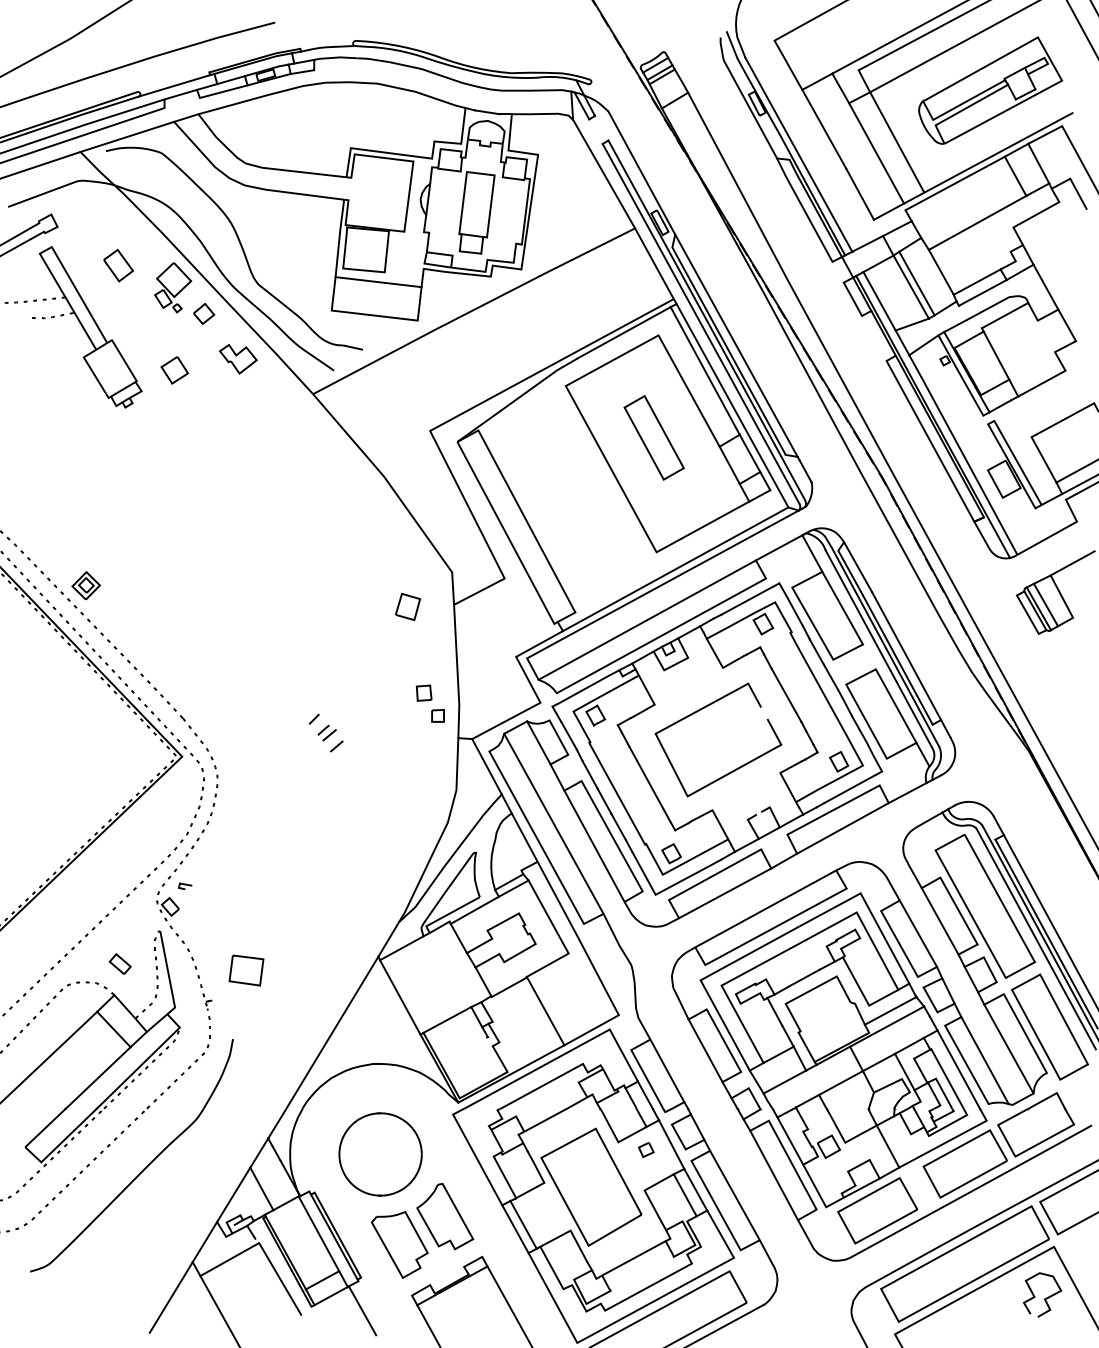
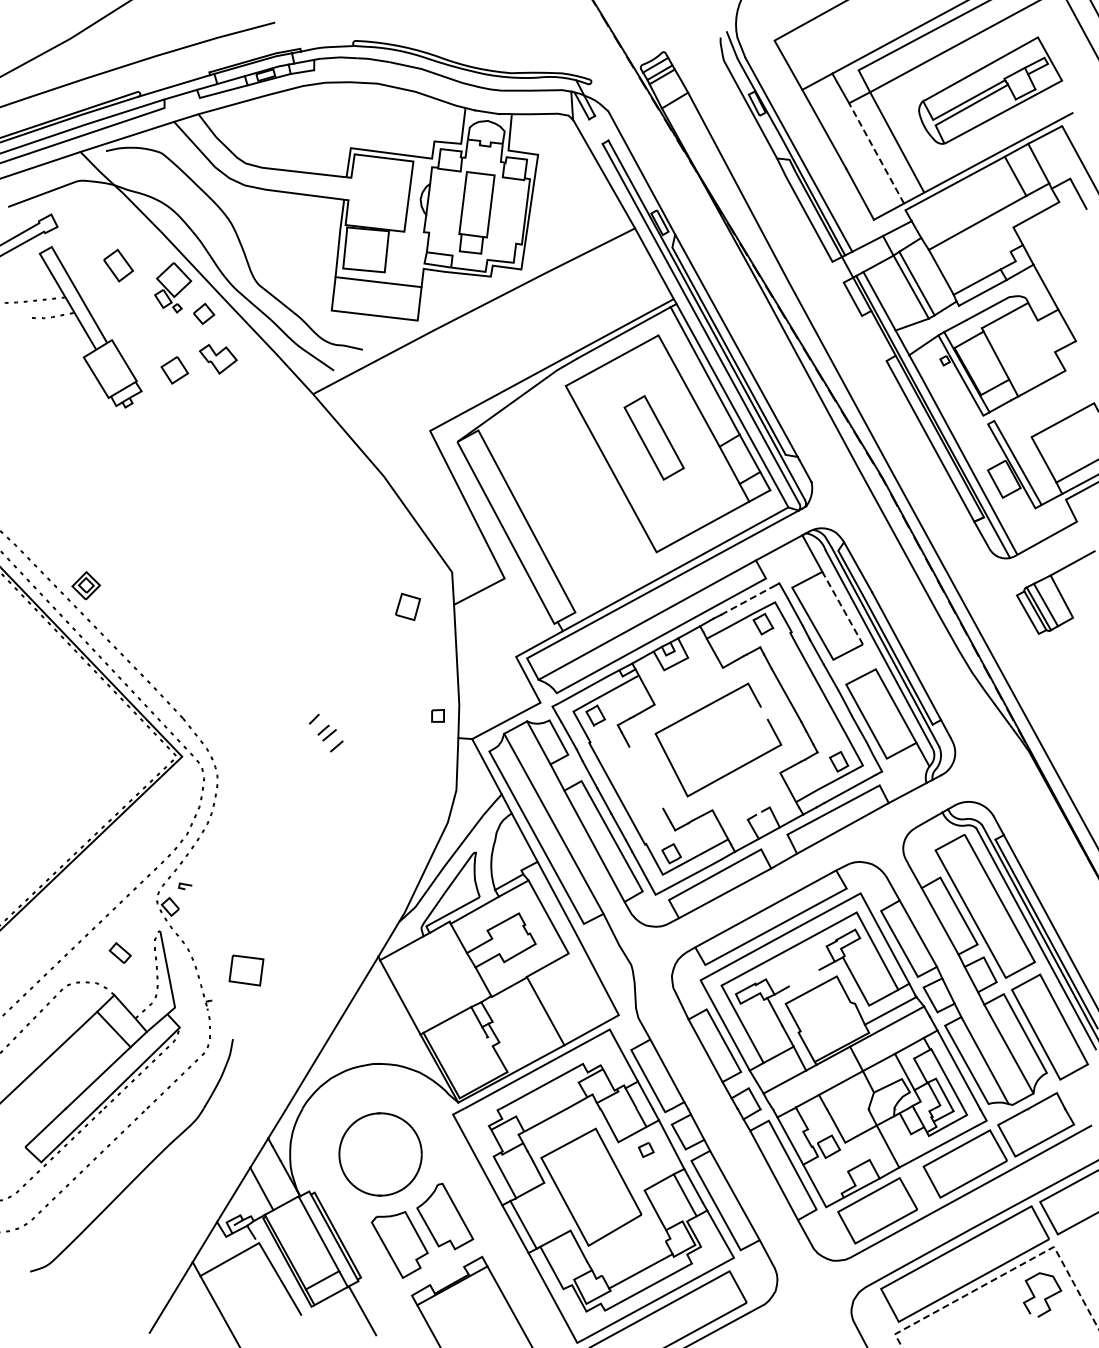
line at (876, 152): solid -> dashed
part at (238, 358) position: (238, 358) -> (218, 358)
line at (747, 600): solid -> dashed
line at (842, 608): solid -> dashed
part at (423, 692): present -> none
line at (646, 777): present -> none
part at (119, 963) position: (119, 963) -> (119, 952)
line at (803, 977): present -> none
line at (633, 1258) position: (633, 1258) -> (640, 1271)
line at (1009, 1271): solid -> dashed
